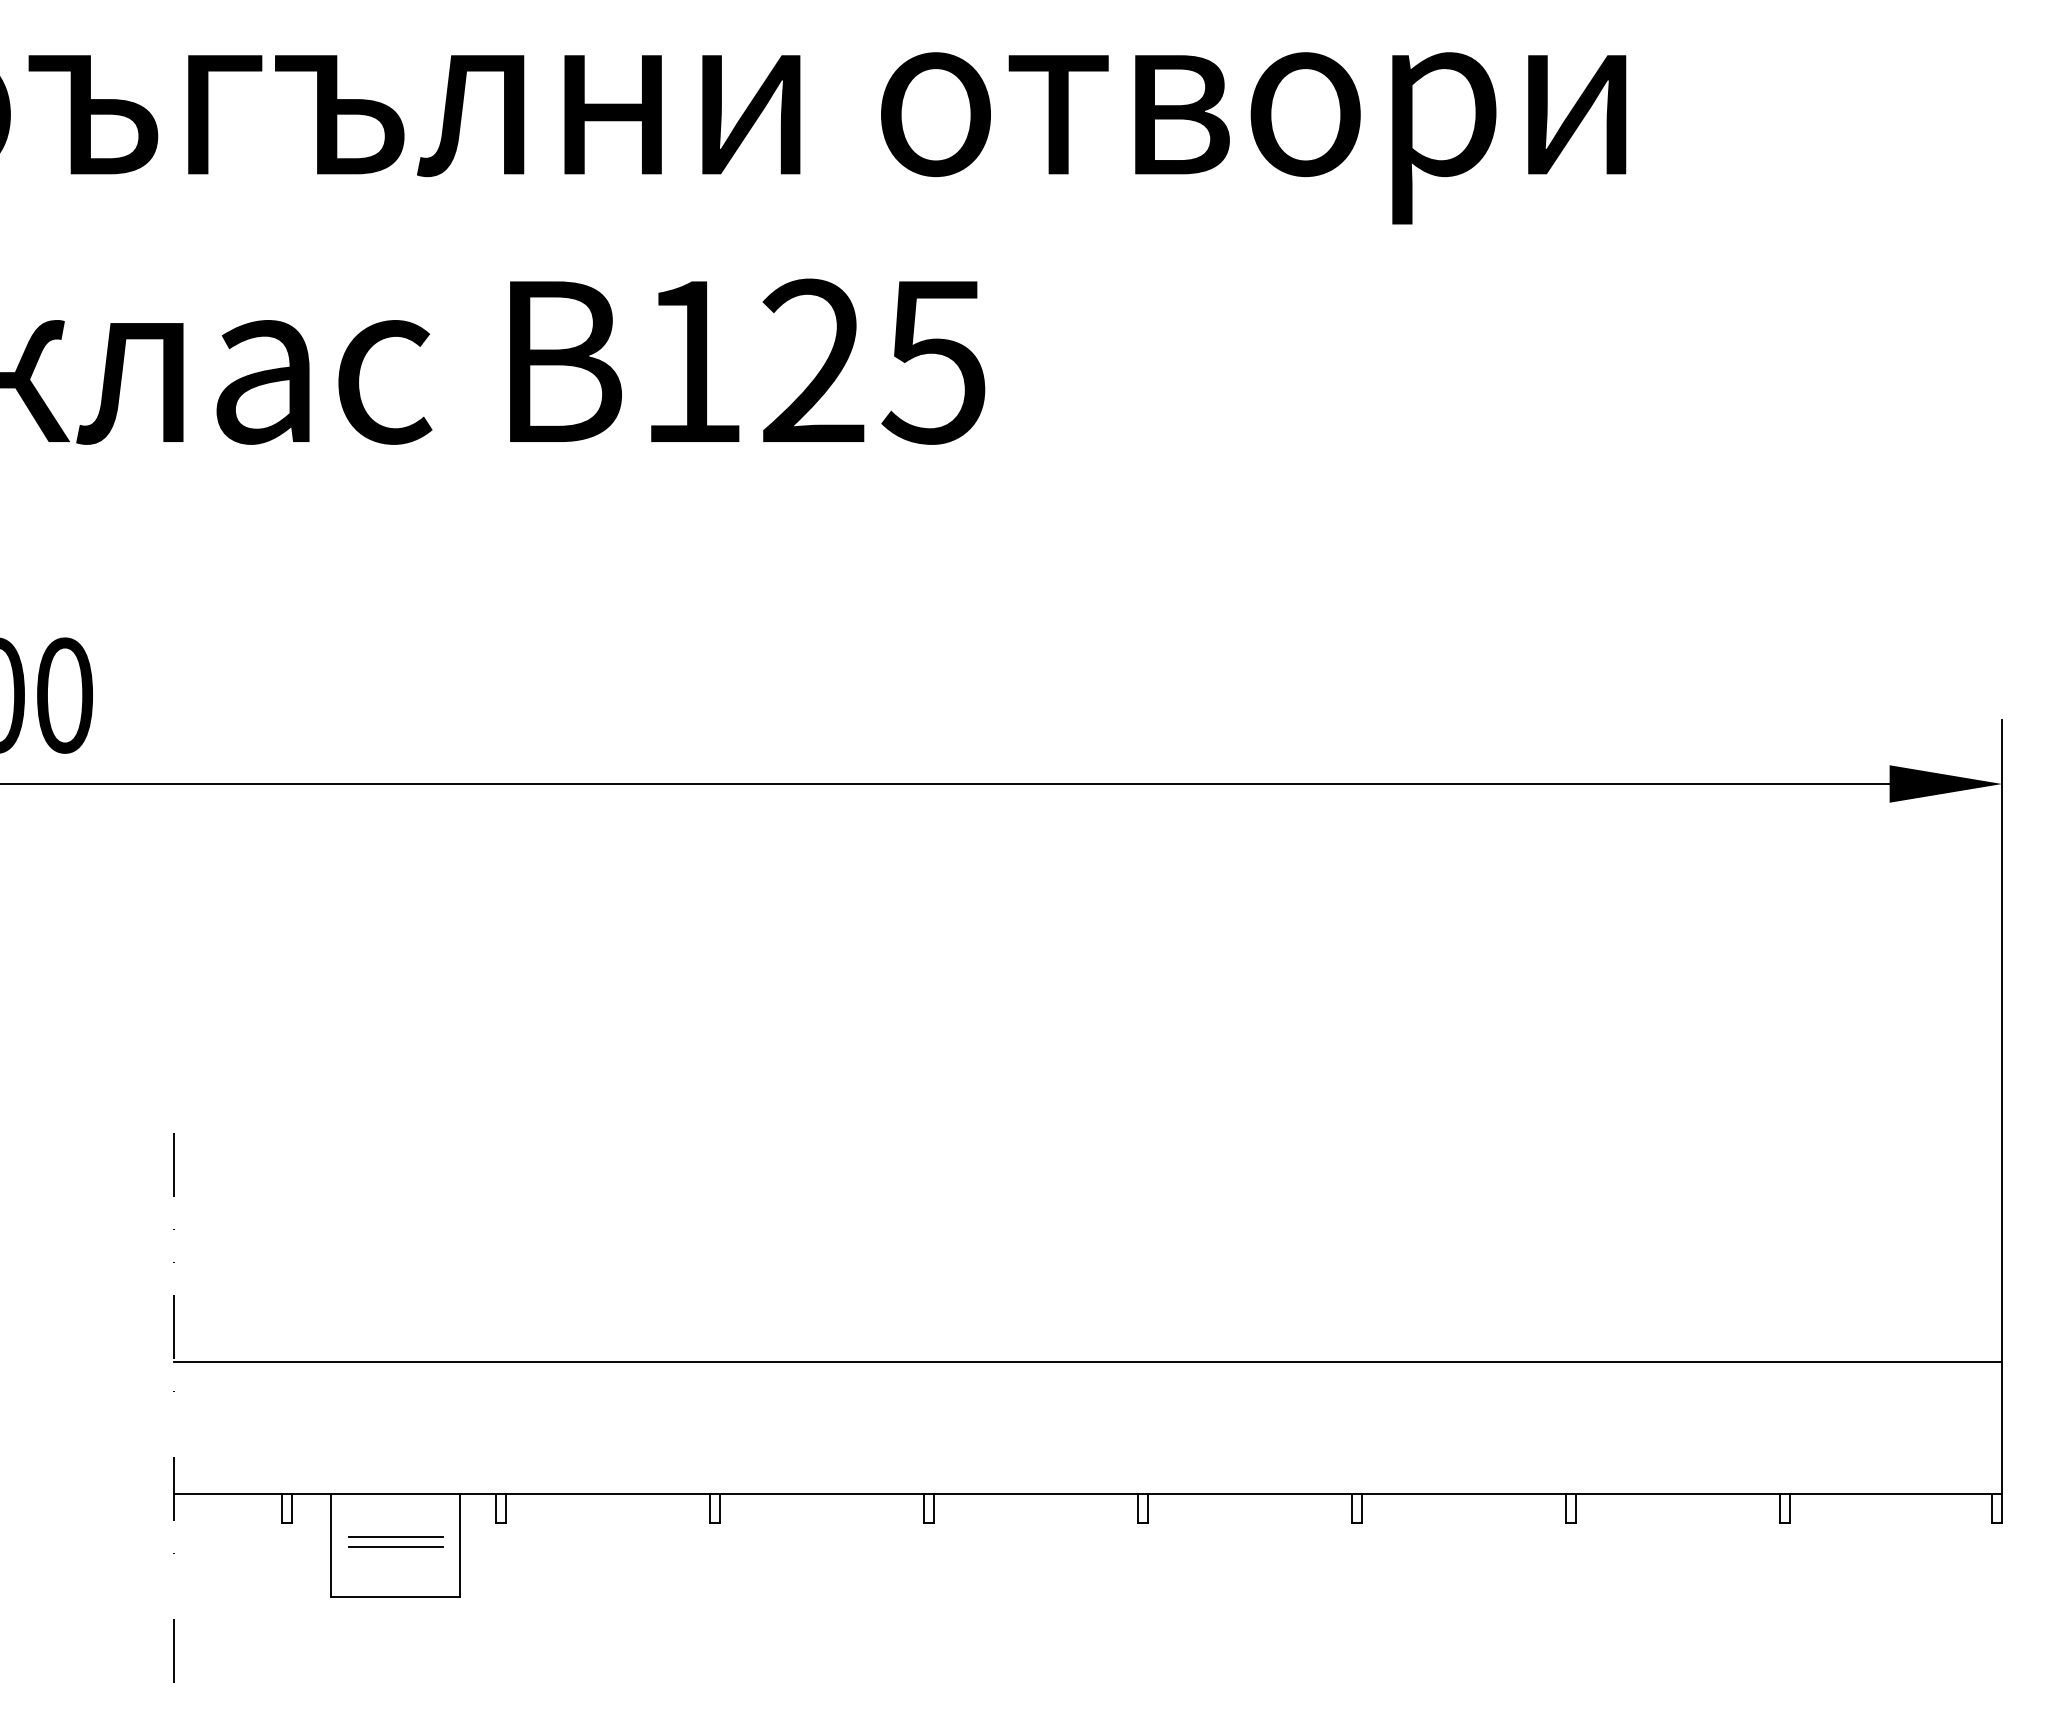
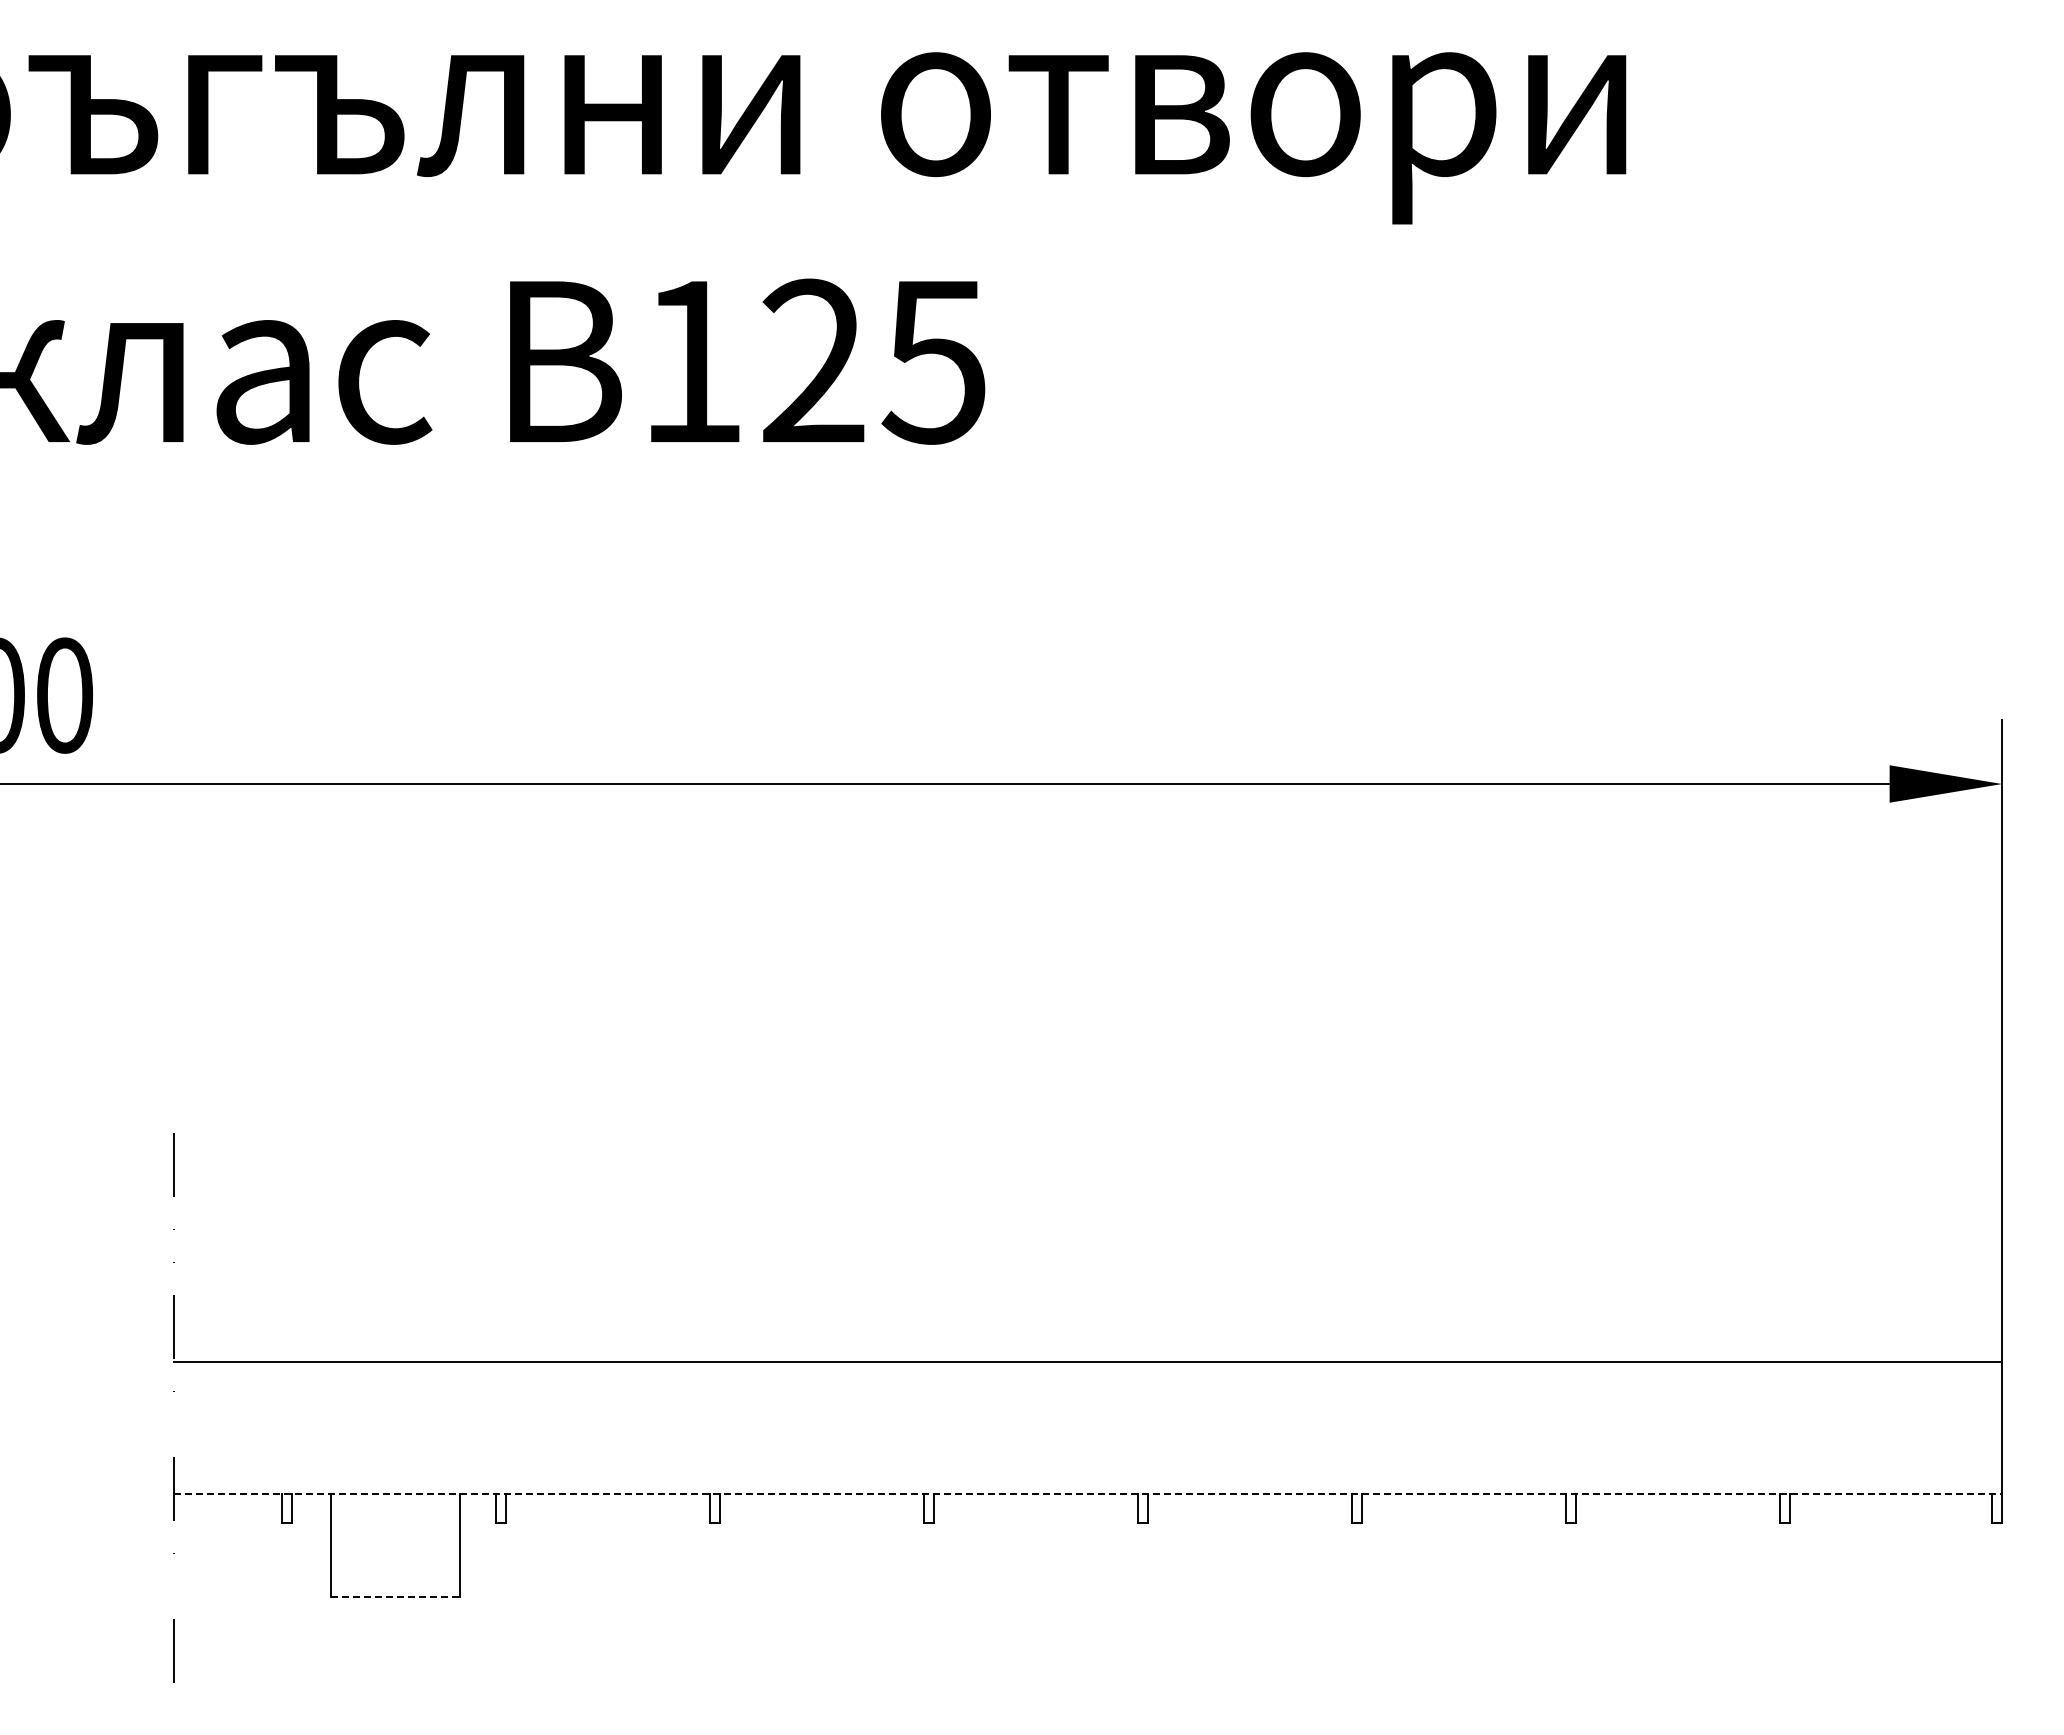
line at (1088, 1493): solid -> dashed
line at (395, 1536): present -> none
line at (395, 1546): present -> none
line at (396, 1596): solid -> dashed
